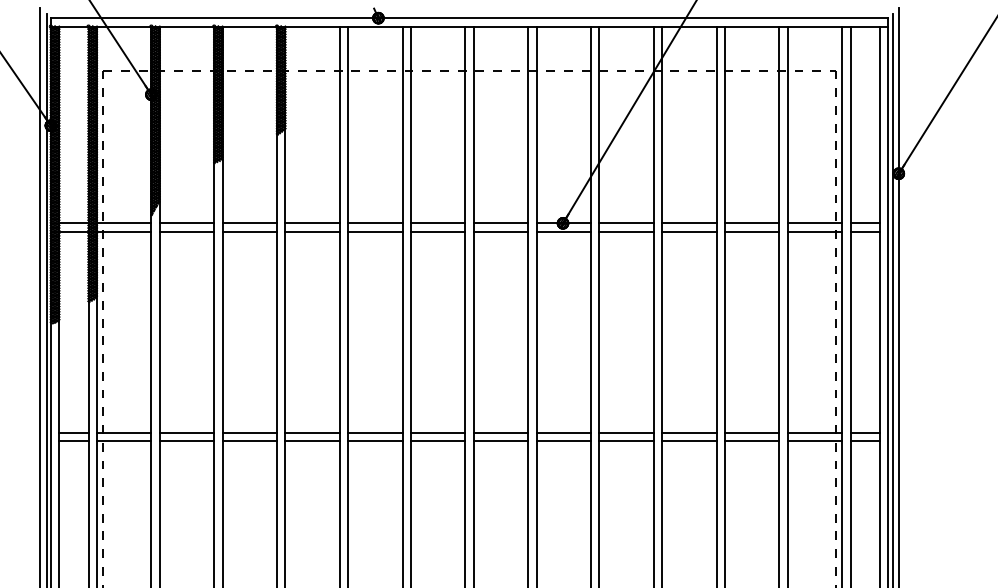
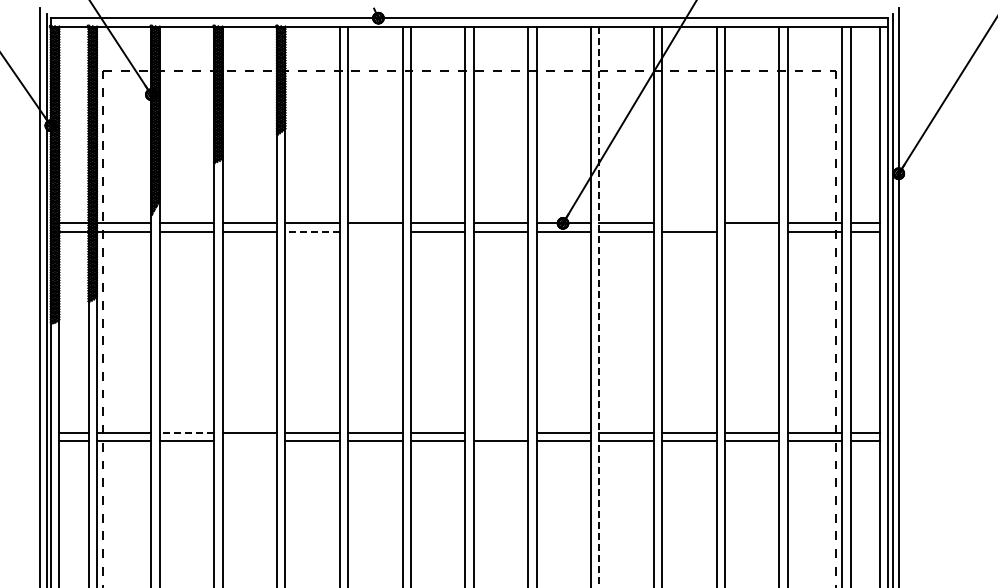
line at (689, 223): present -> none
line at (312, 231): solid -> dashed
line at (375, 231): present -> none
line at (752, 231): present -> none
line at (599, 307): solid -> dashed
line at (186, 432): solid -> dashed
line at (500, 432): present -> none
line at (249, 441): present -> none
